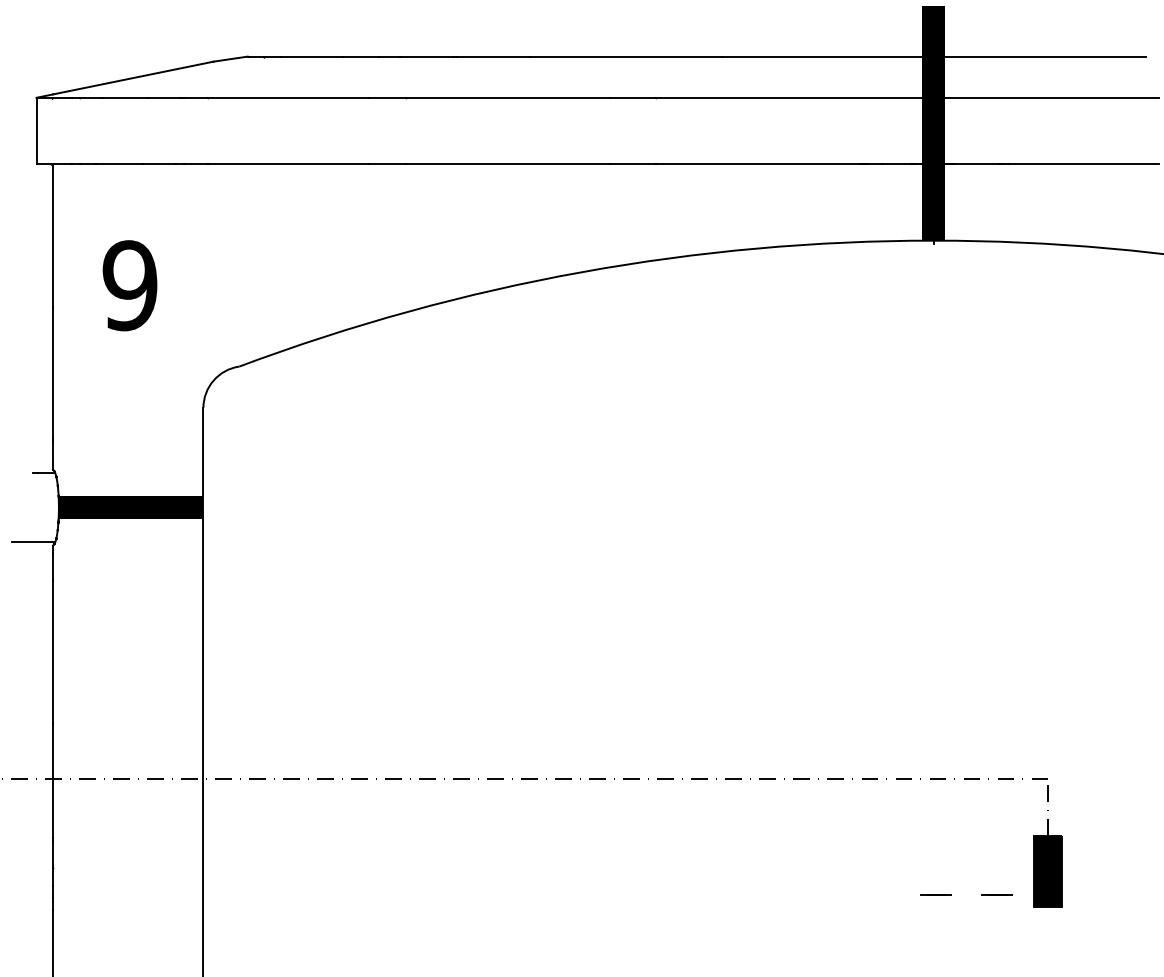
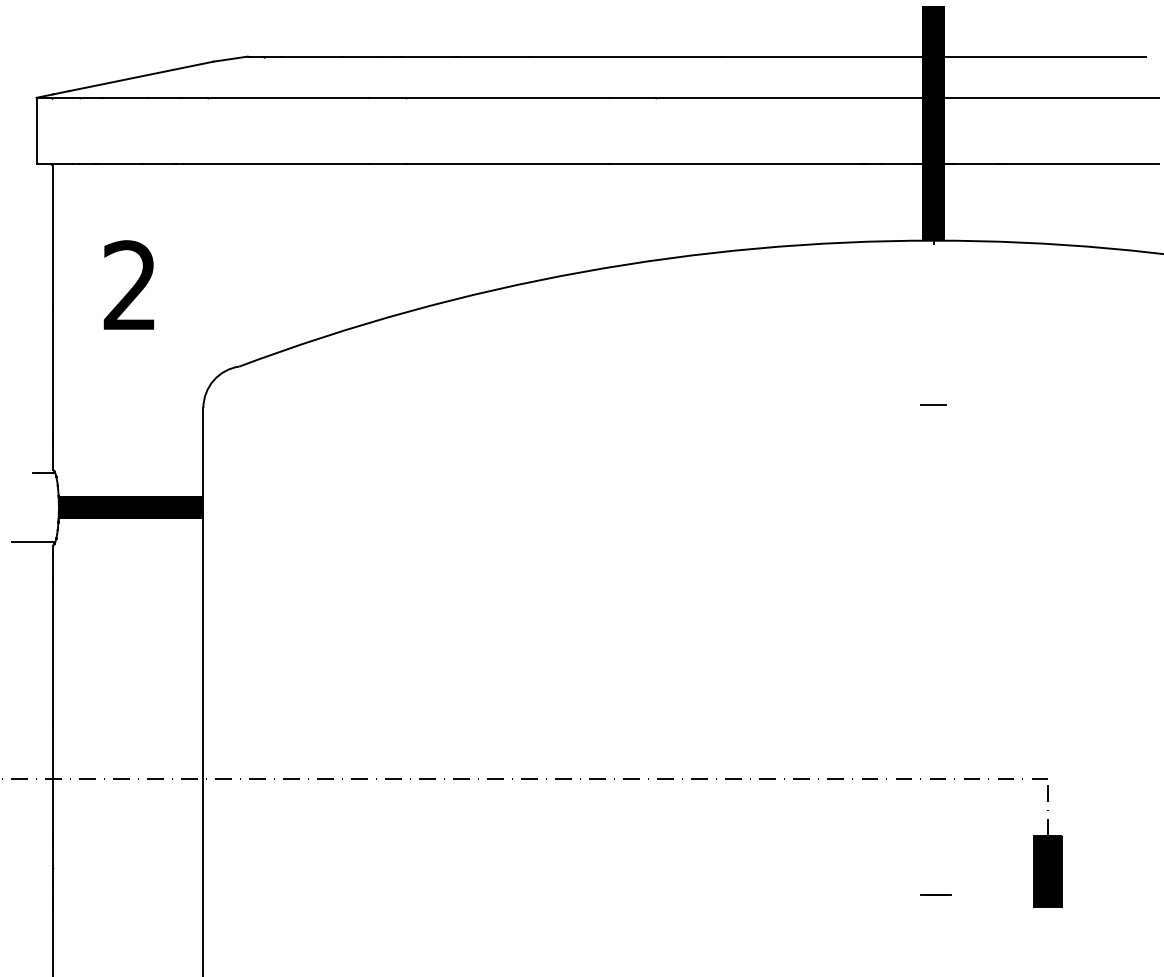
text at (129, 285): 9 -> 2
line at (933, 405): none -> present
line at (996, 894): present -> none
